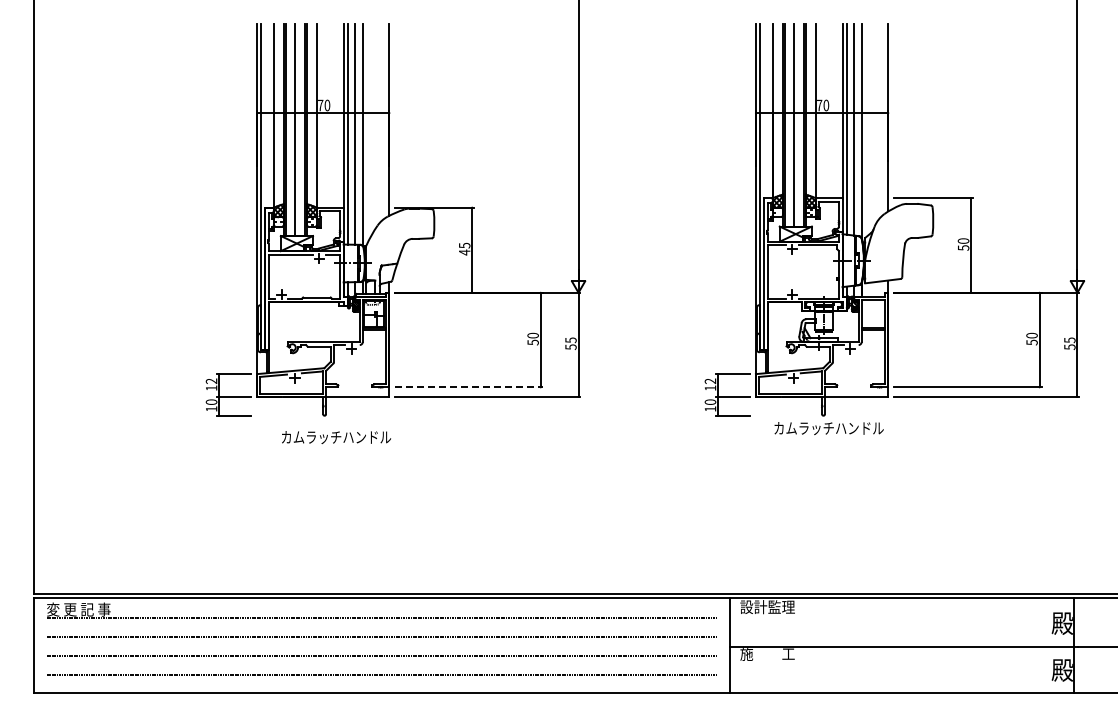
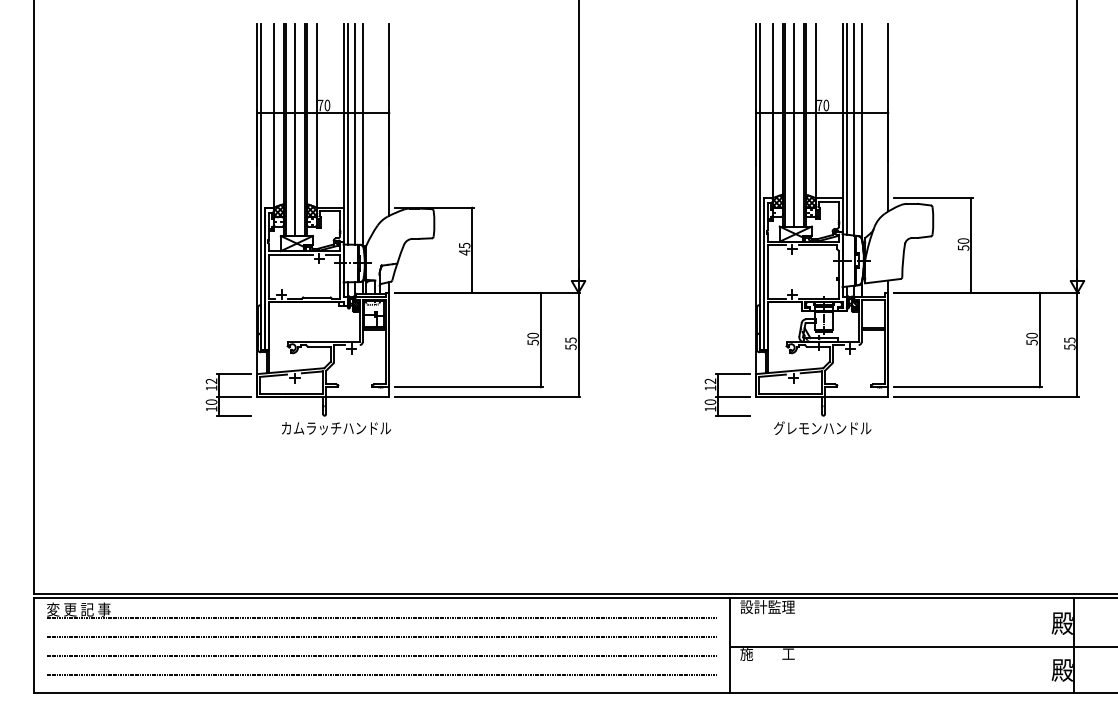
line at (468, 387): dashed -> solid
text at (828, 428): カムラッチハンドル -> グレモンハンドル
text at (336, 437) position: (336, 437) -> (336, 428)
